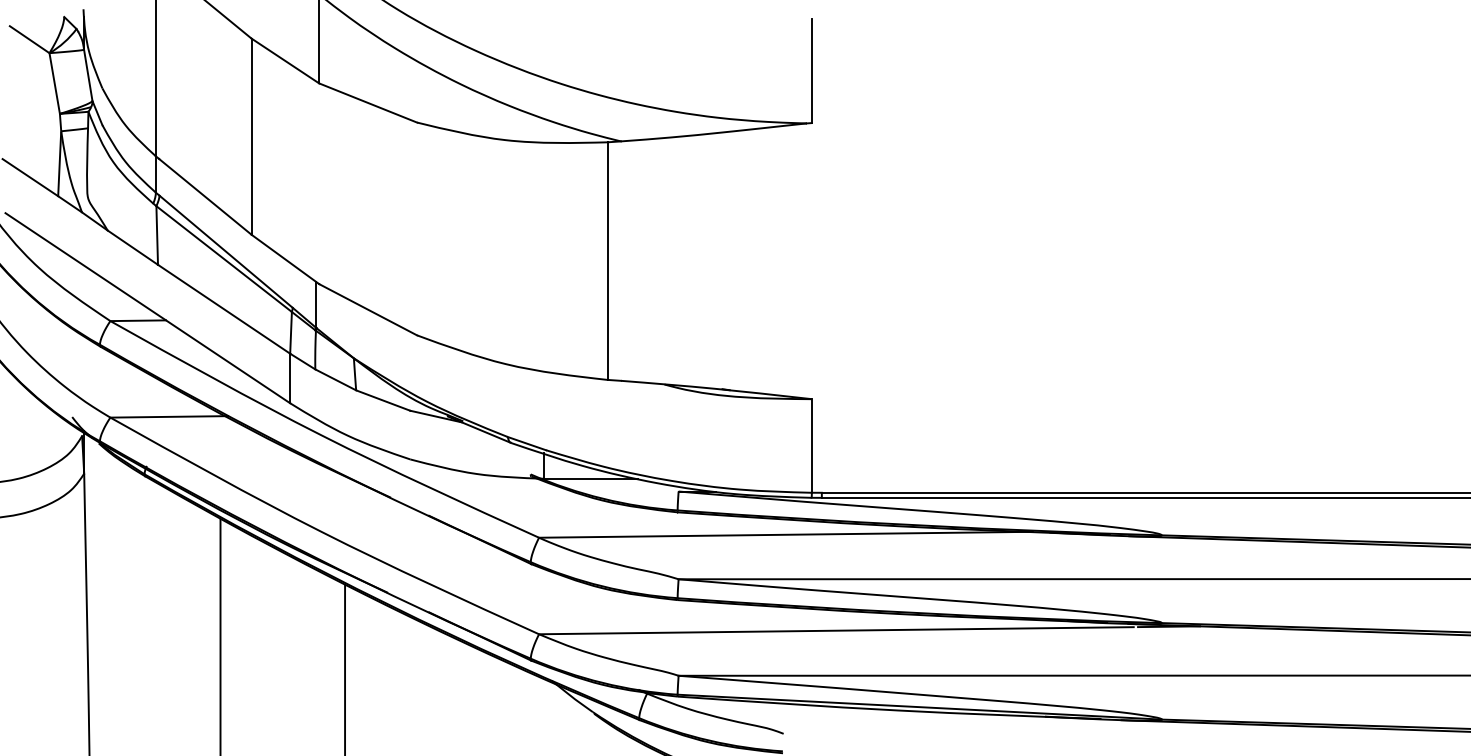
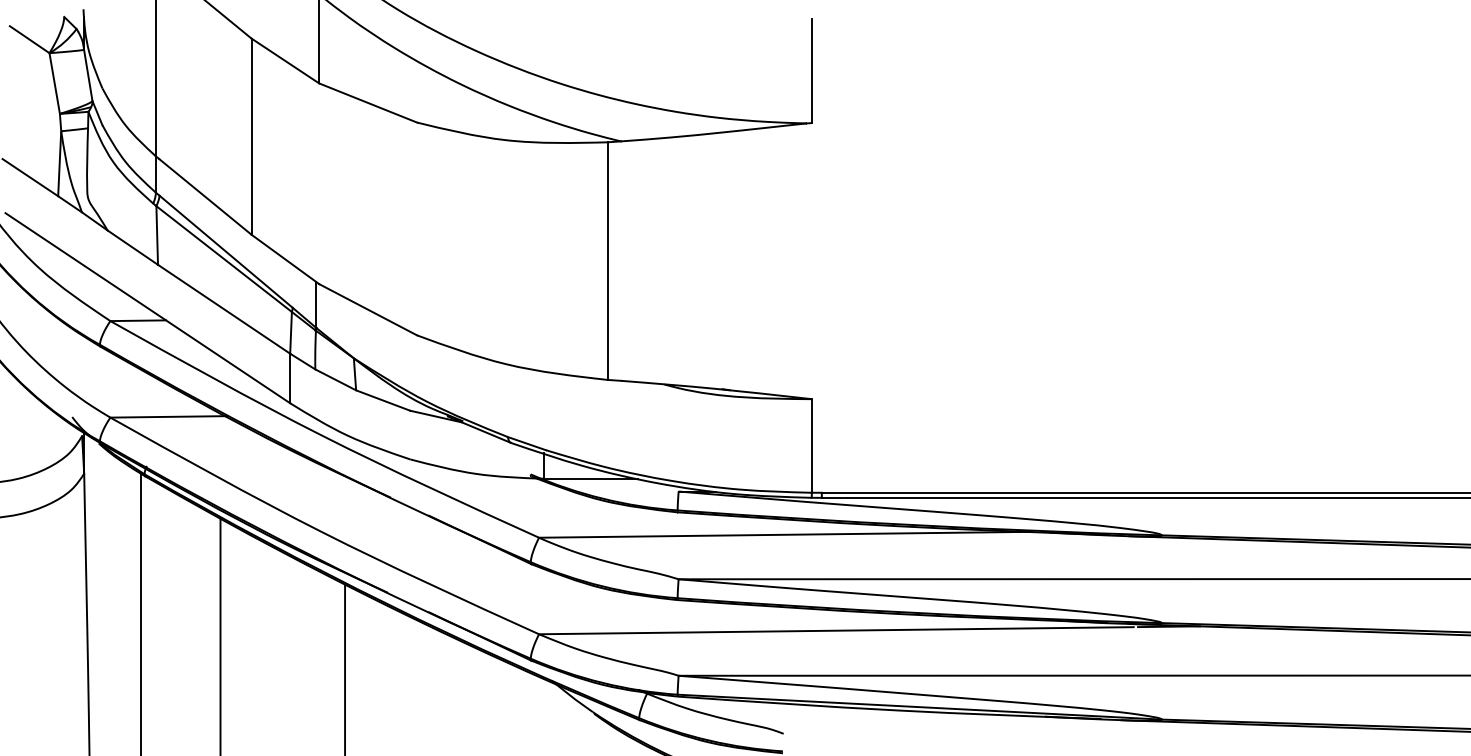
line at (141, 612): none -> present
